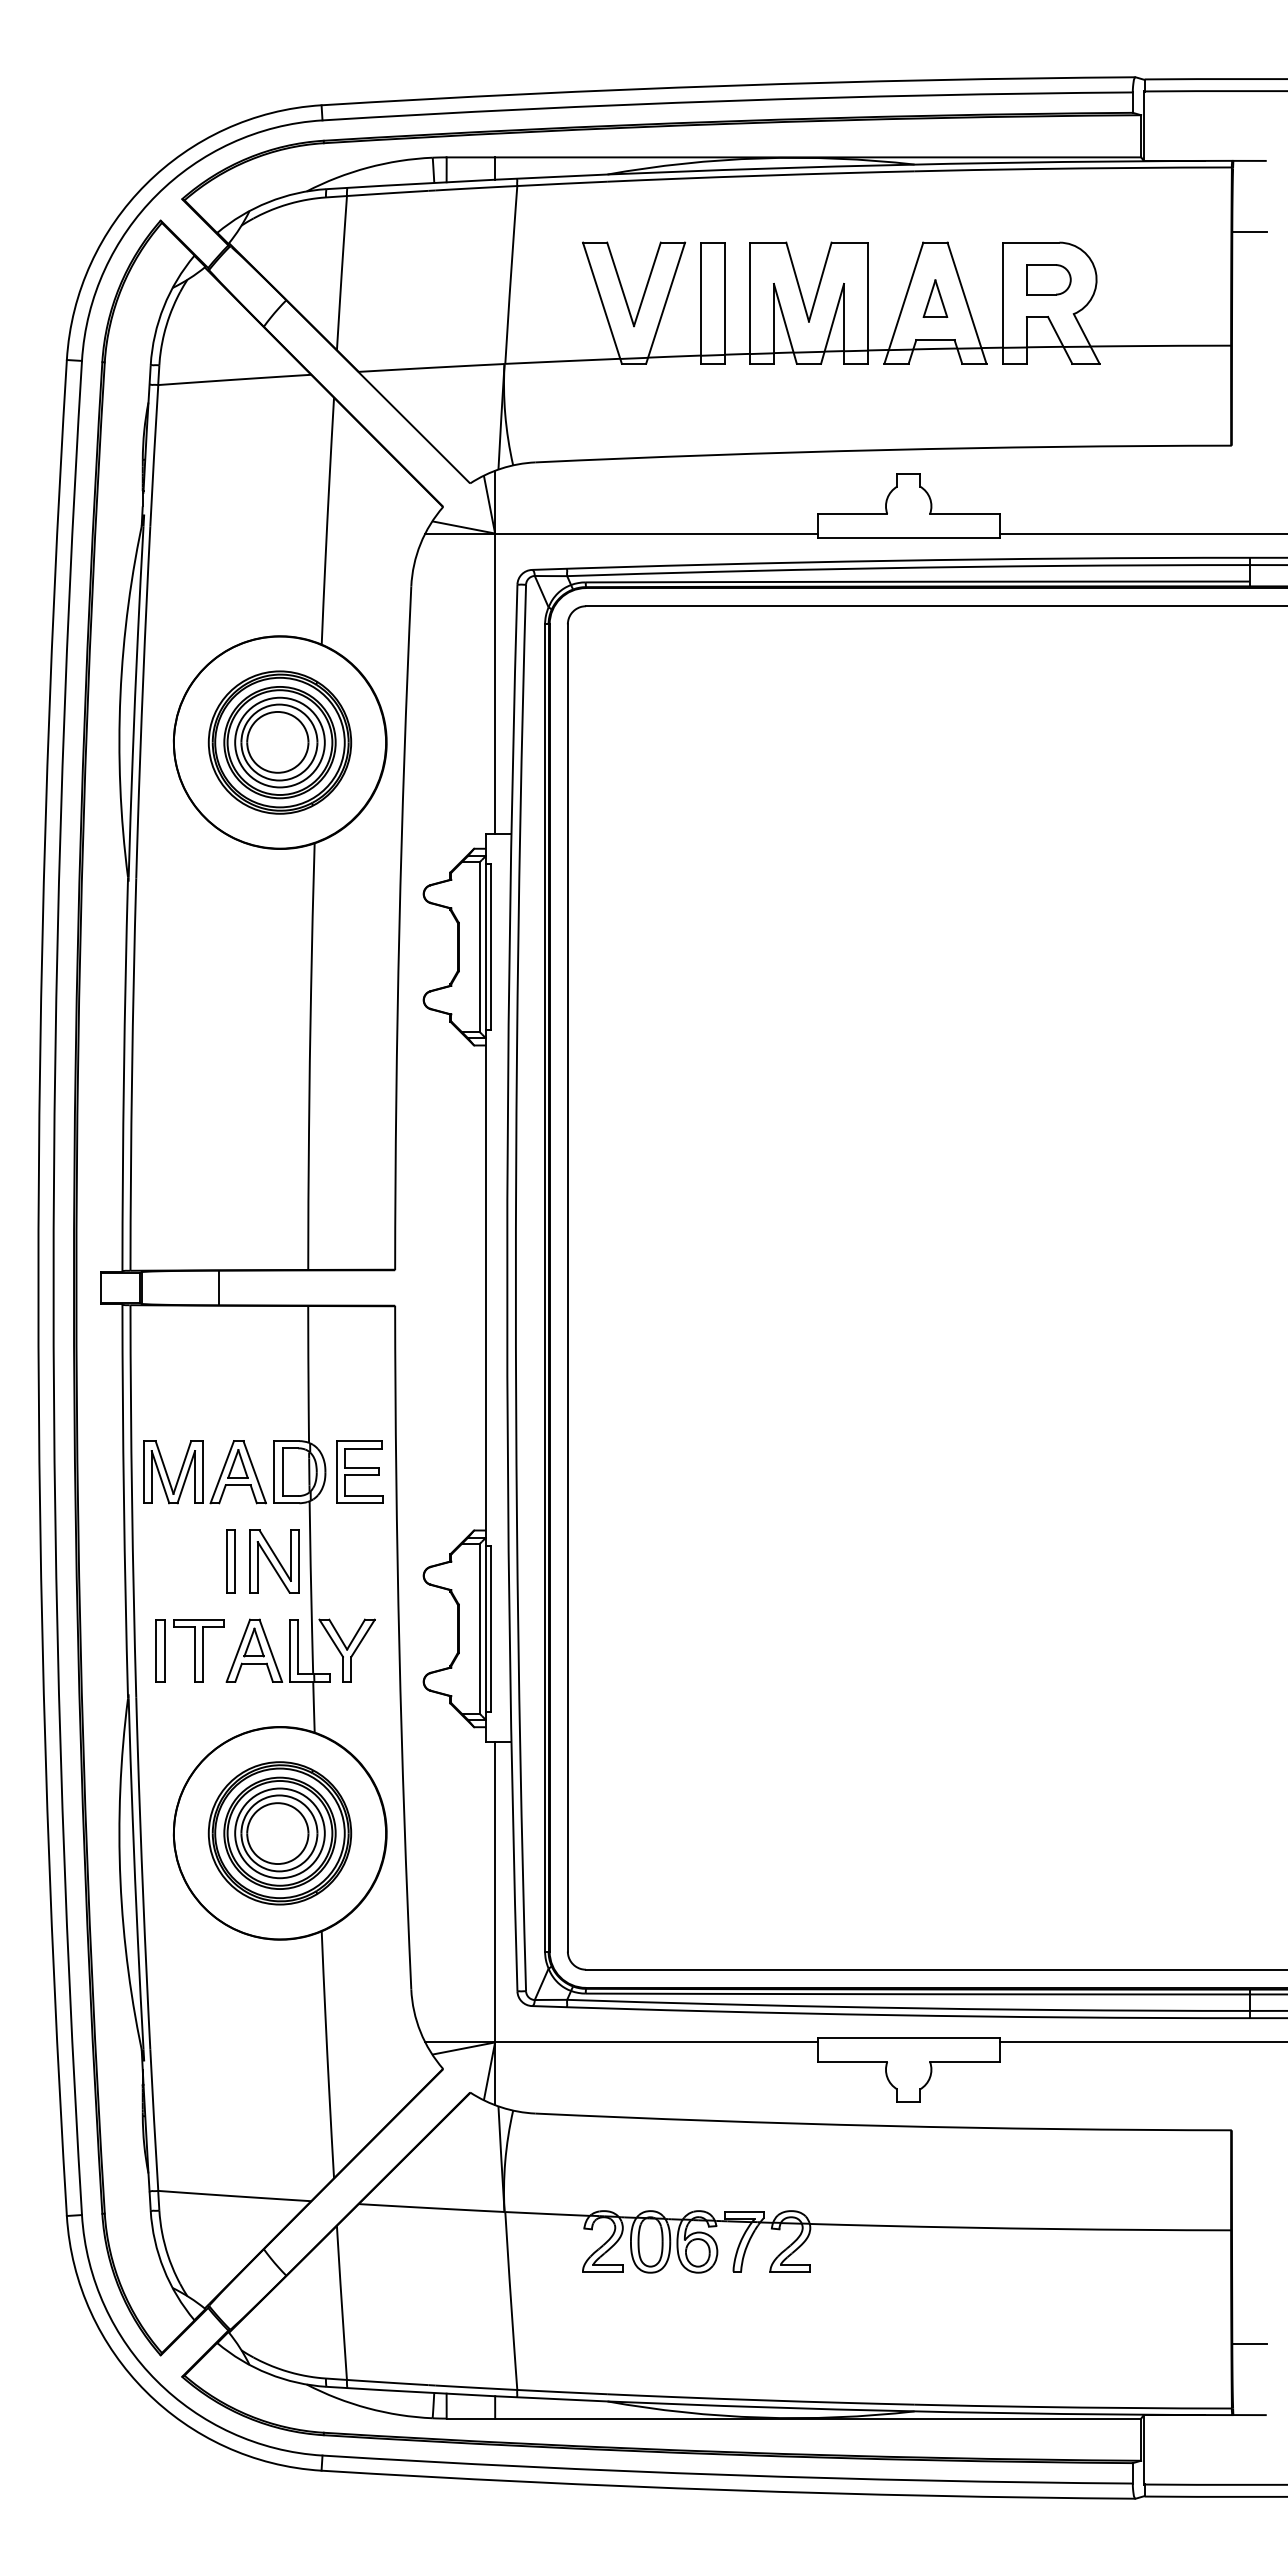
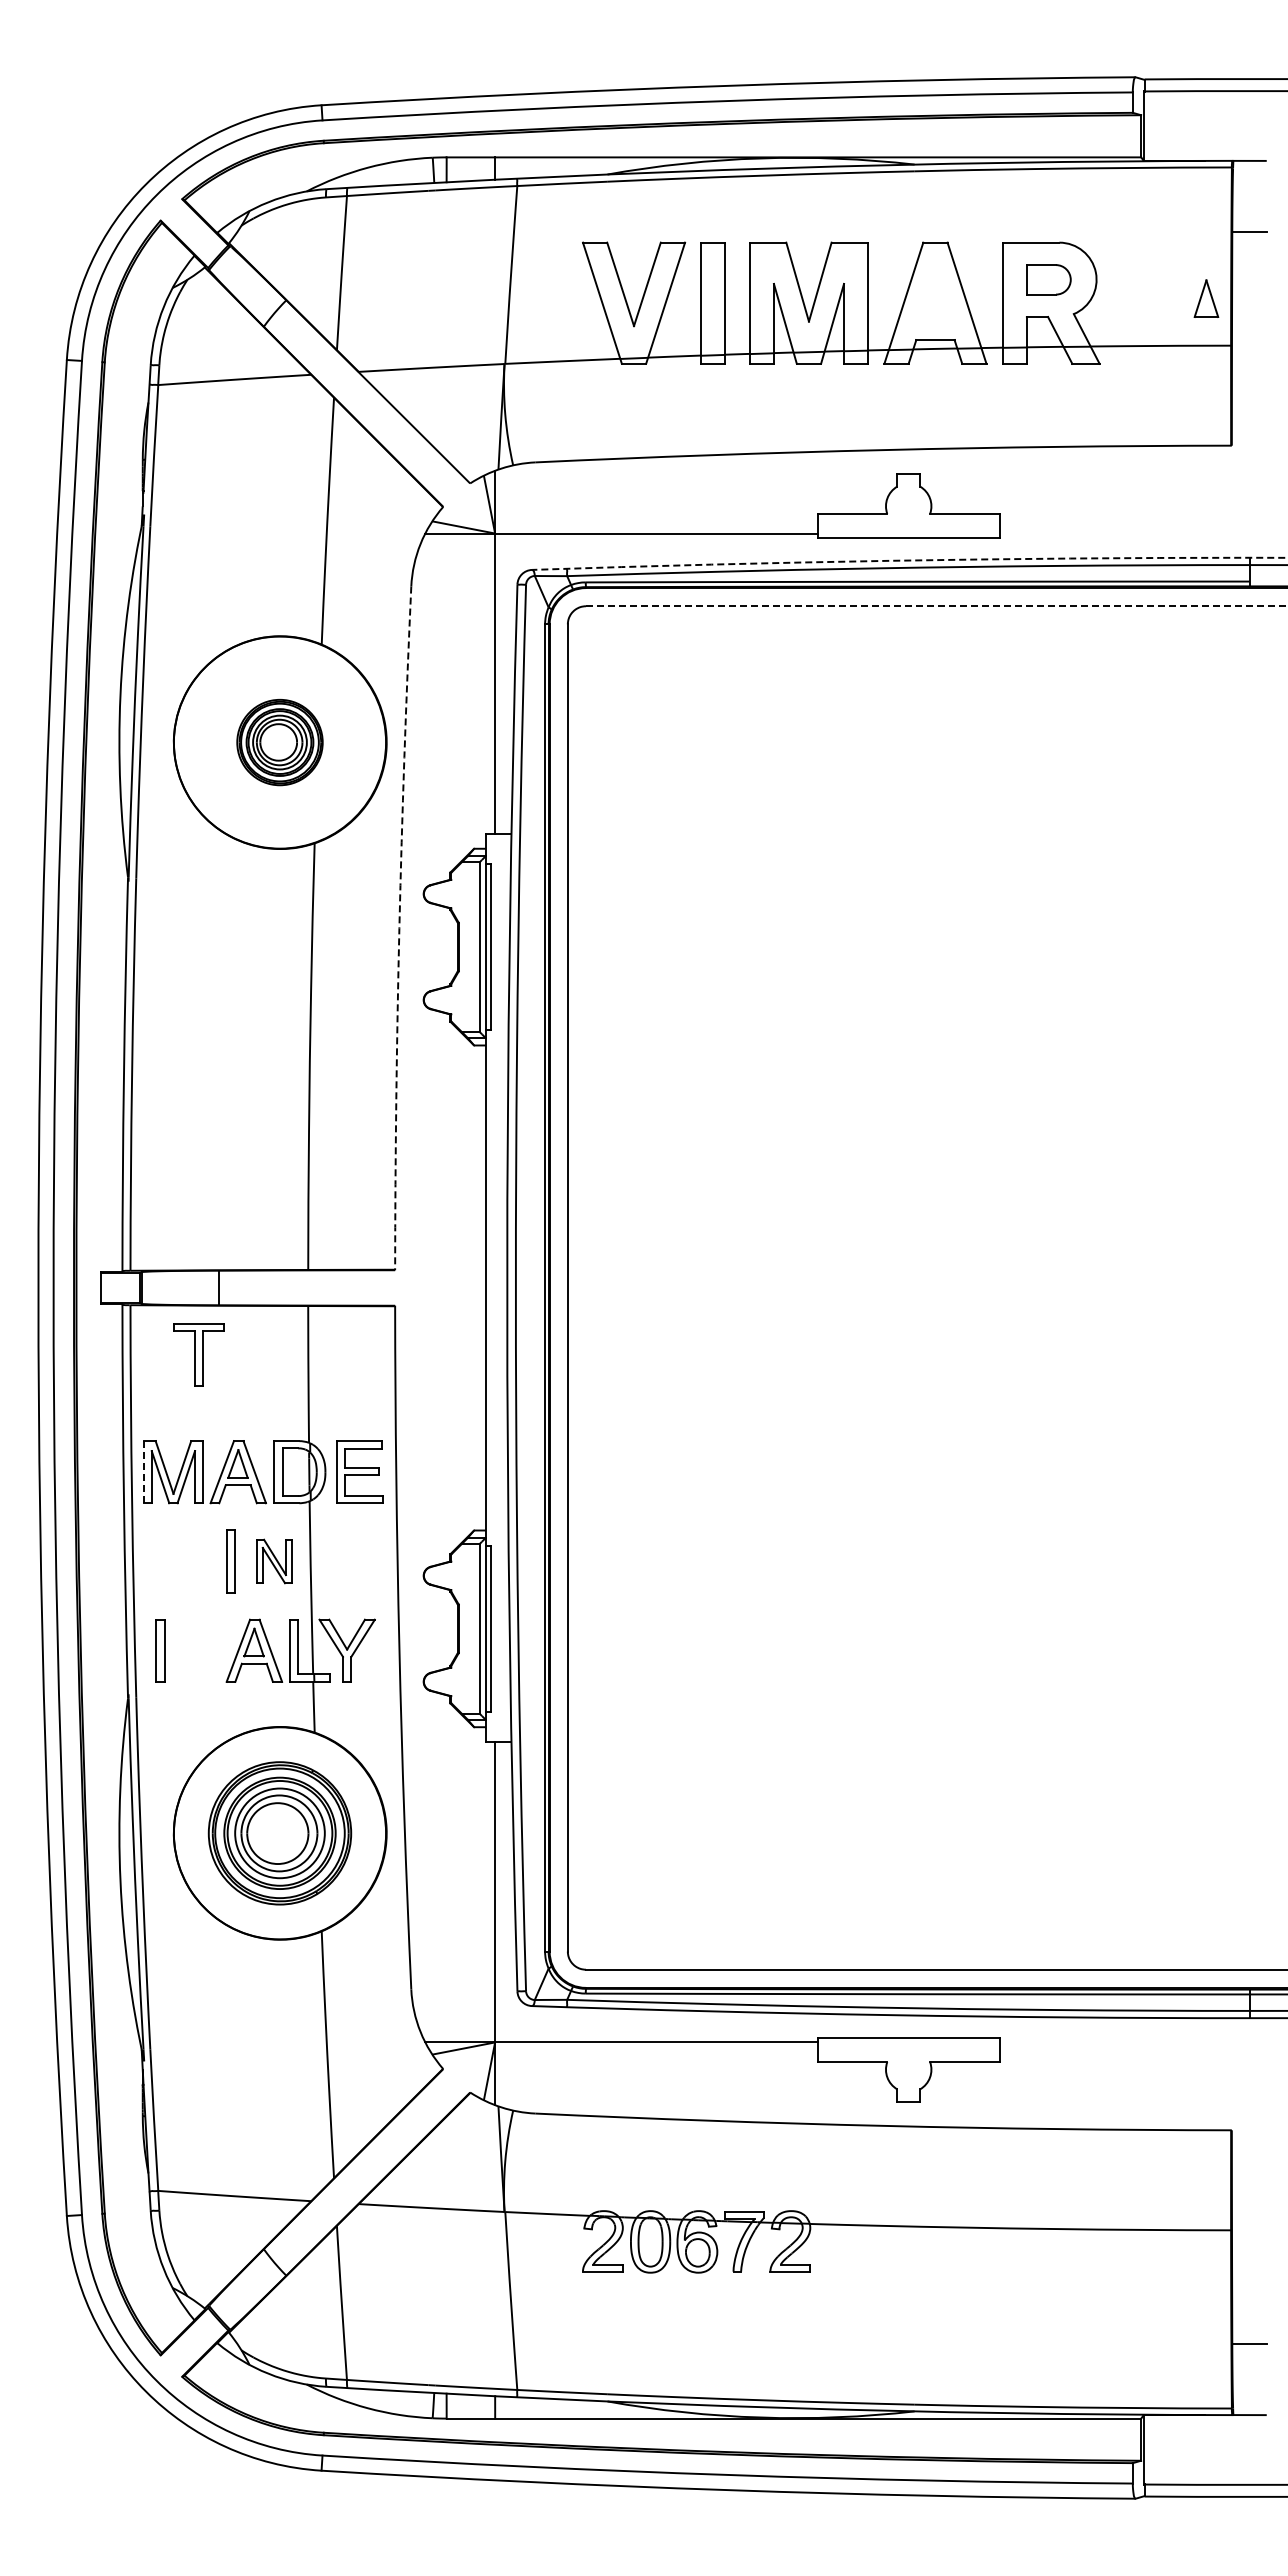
part at (935, 298) position: (935, 298) -> (1206, 298)
line at (1141, 533): present -> none
arc at (909, 560): solid -> dashed
line at (936, 606): solid -> dashed
part at (279, 742) size: 146x145 px -> 88x88 px
arc at (399, 928): solid -> dashed
line at (143, 1471): solid -> dashed
part at (274, 1561) size: 51x65 px -> 37x47 px
part at (198, 1650) position: (198, 1650) -> (198, 1354)
line at (1141, 2042): present -> none
